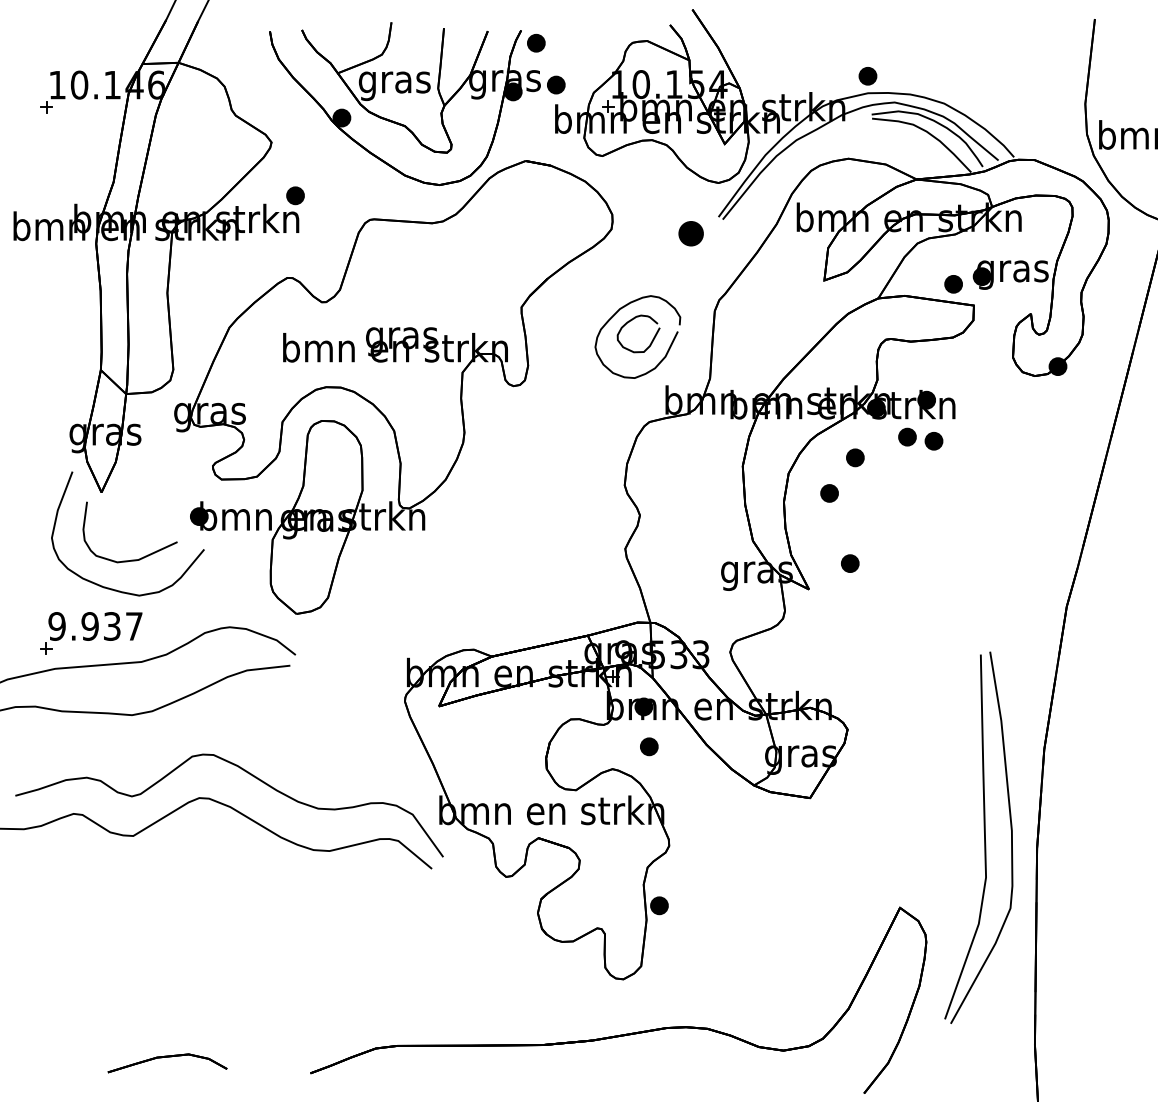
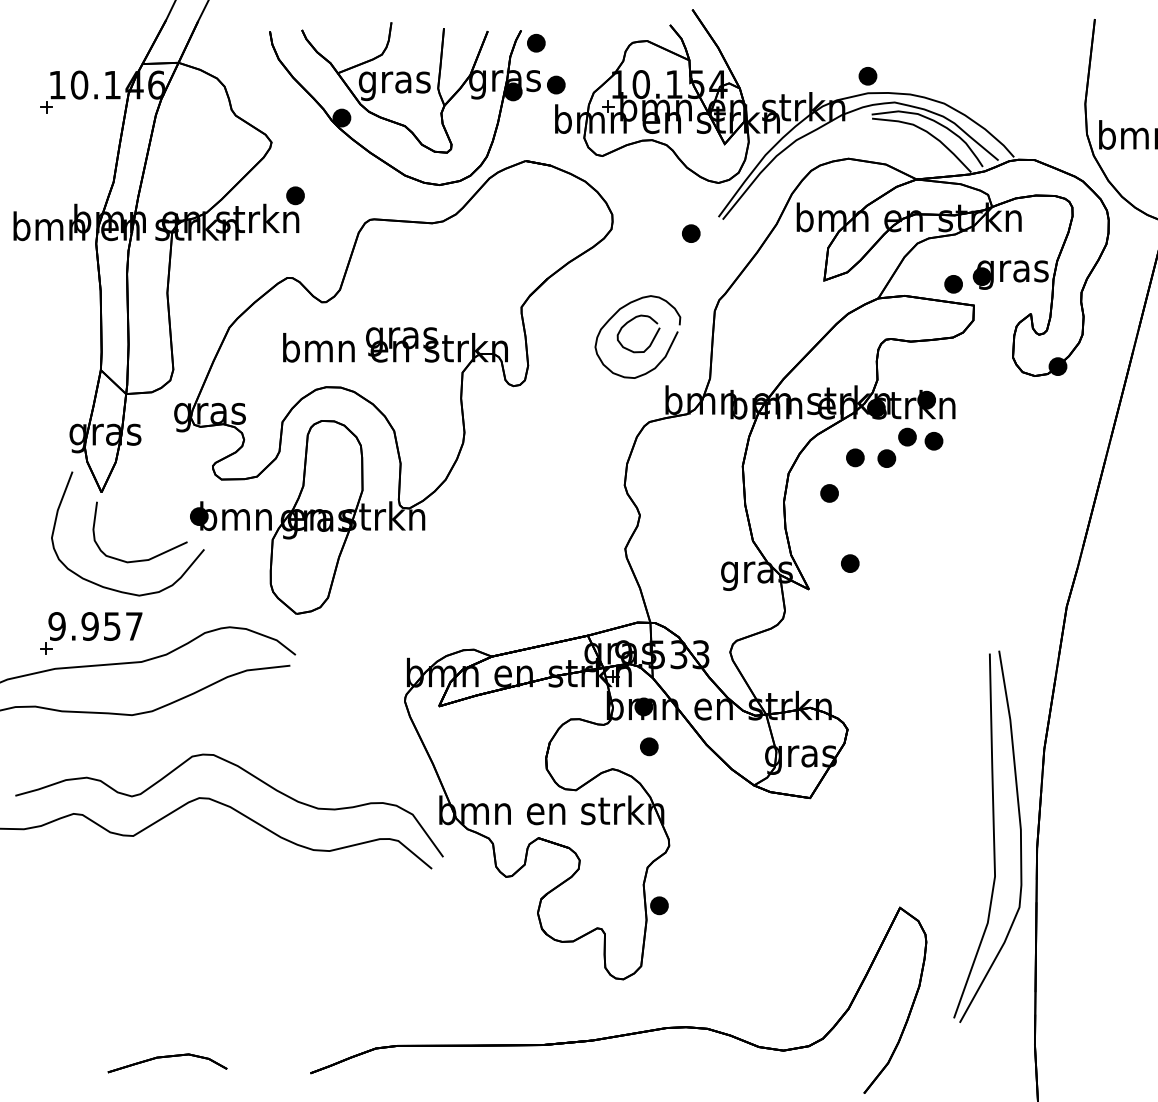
part at (690, 233) size: 26x26 px -> 19x19 px
part at (886, 458): none -> present
curve at (131, 559) position: (131, 559) -> (141, 559)
text at (112, 626): 9.937 -> 9.957
part at (978, 837) position: (978, 837) -> (987, 836)
